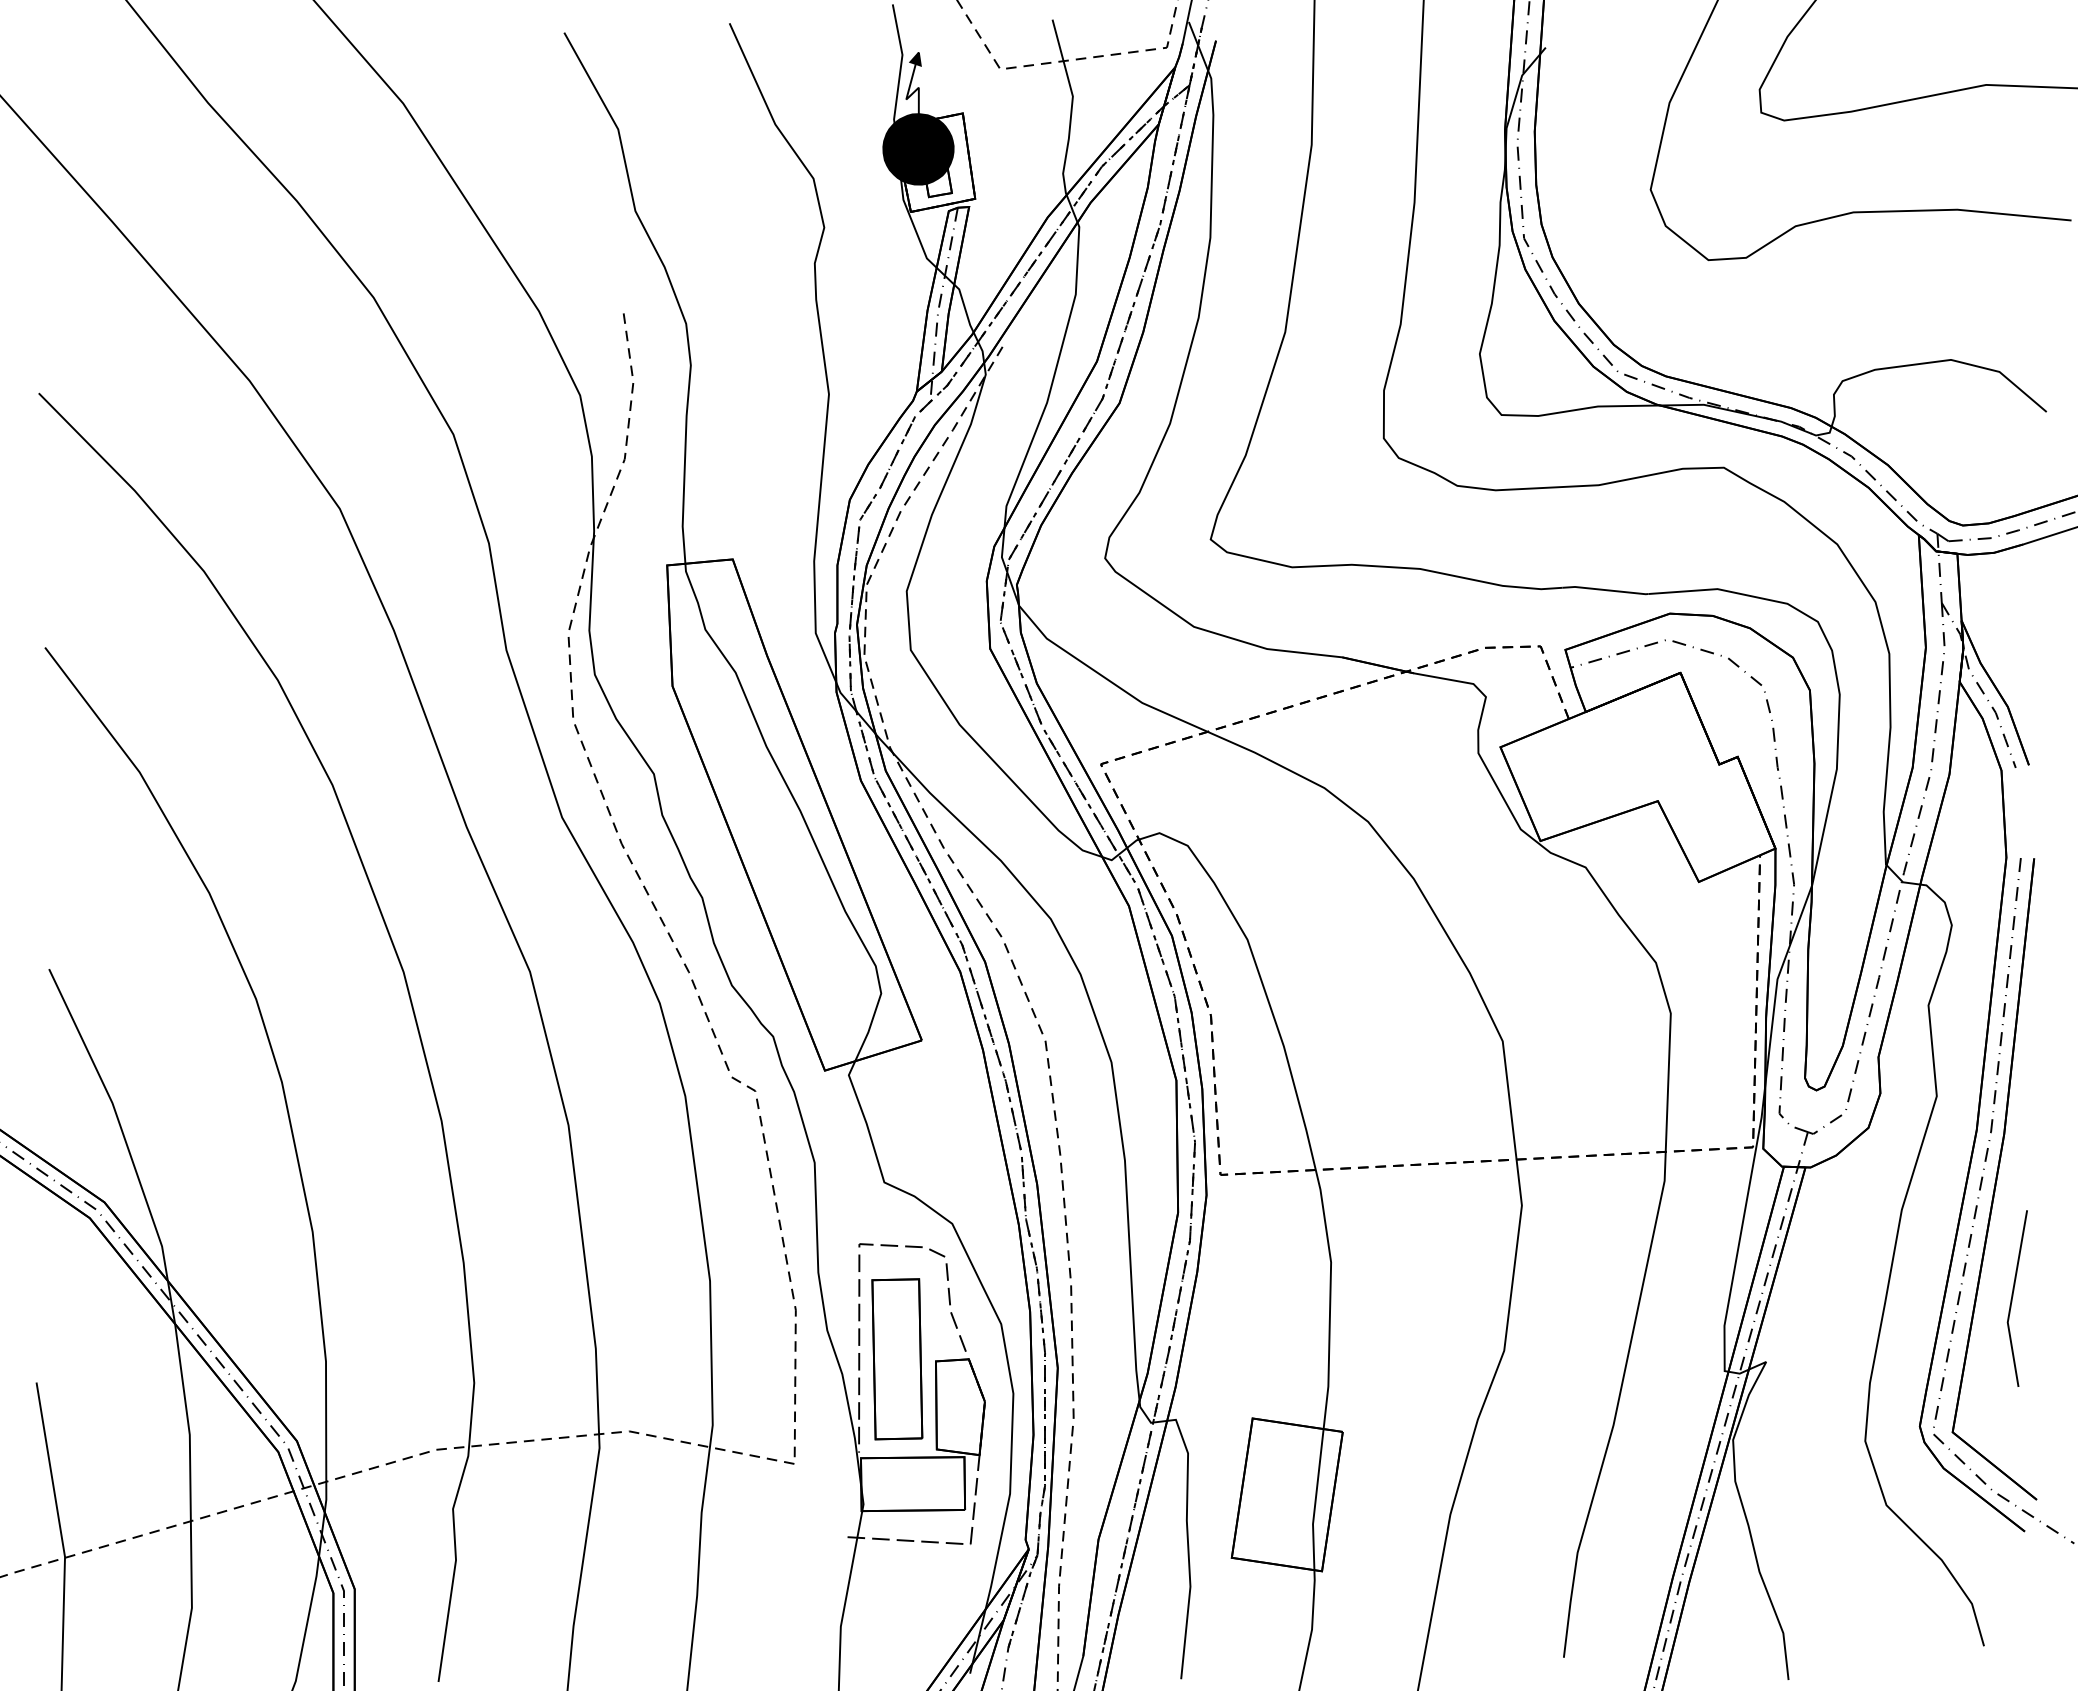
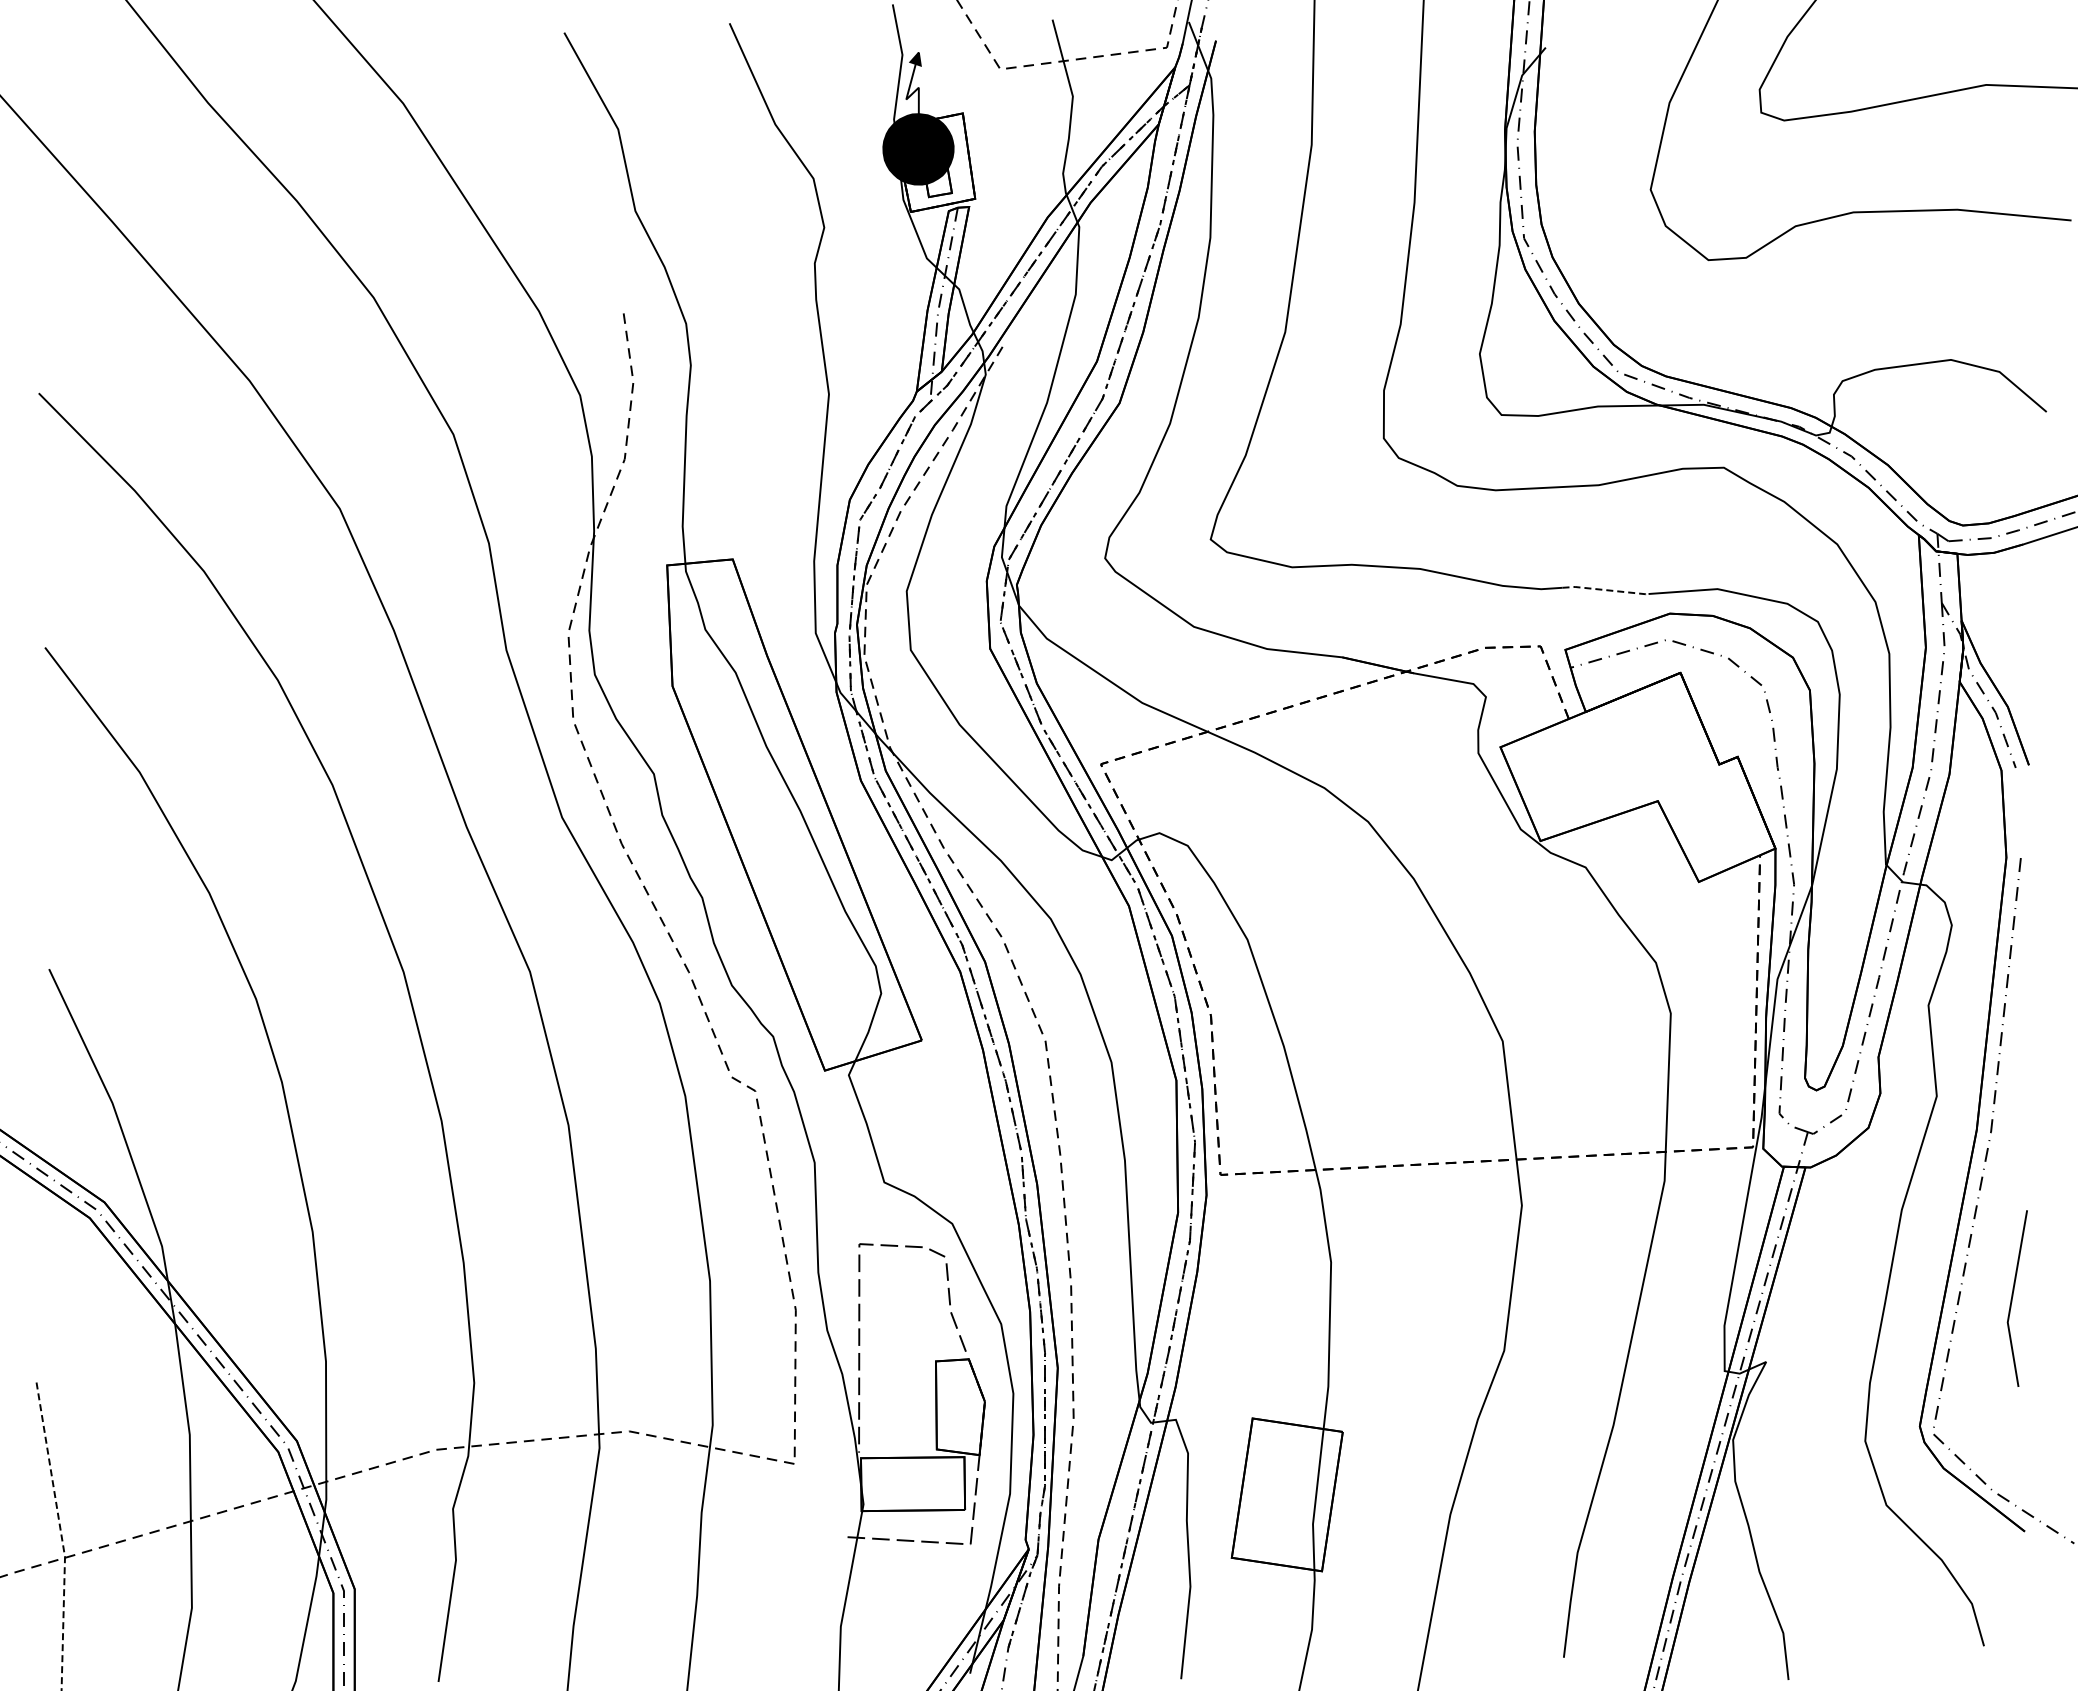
line at (1605, 590): solid -> dashed
part at (1994, 1179): present -> none
part at (897, 1359): present -> none
line at (61, 1536): solid -> dashed
